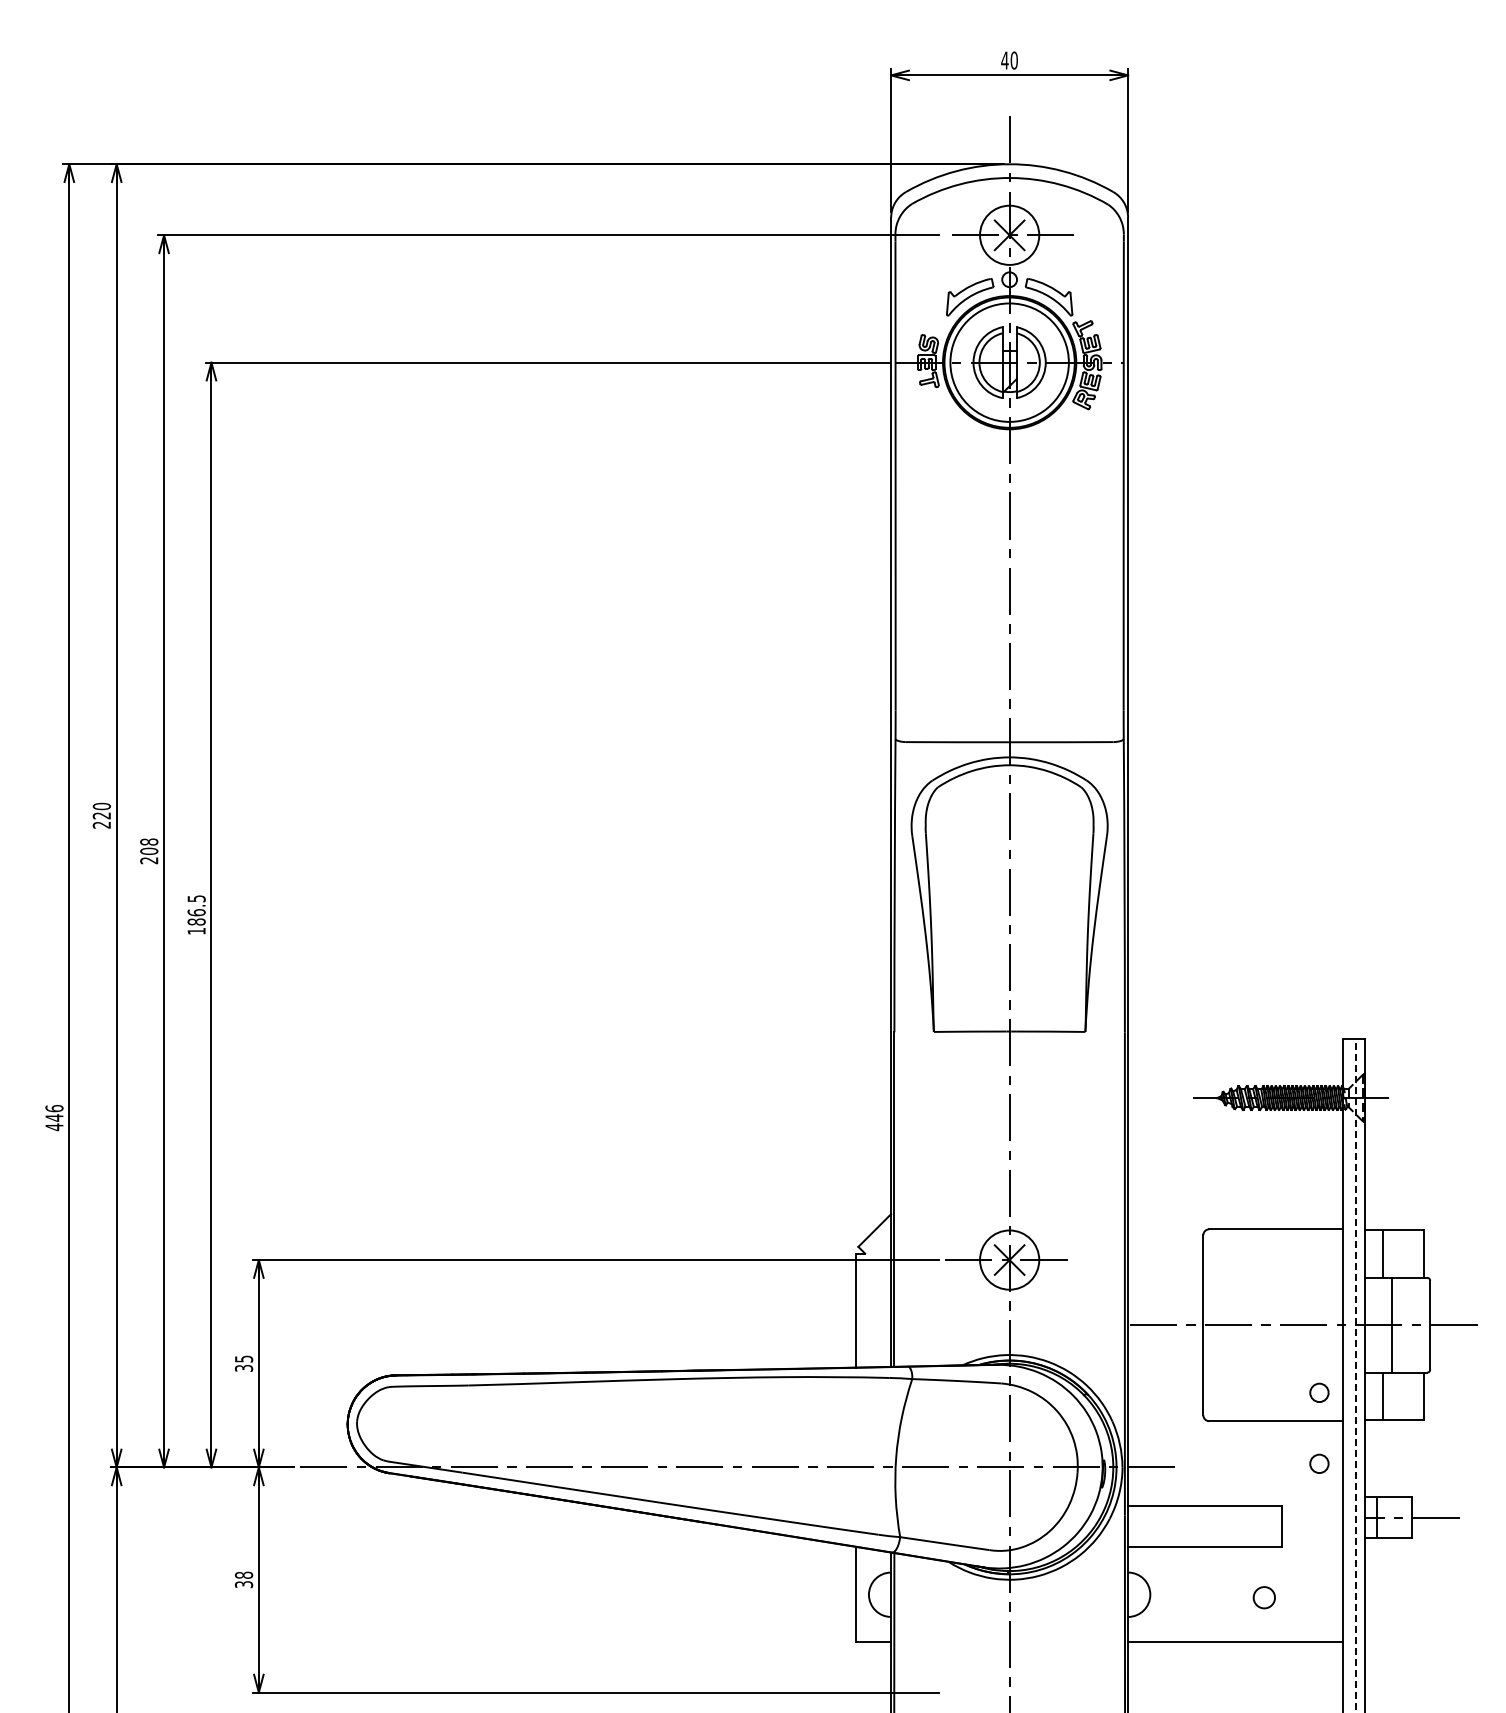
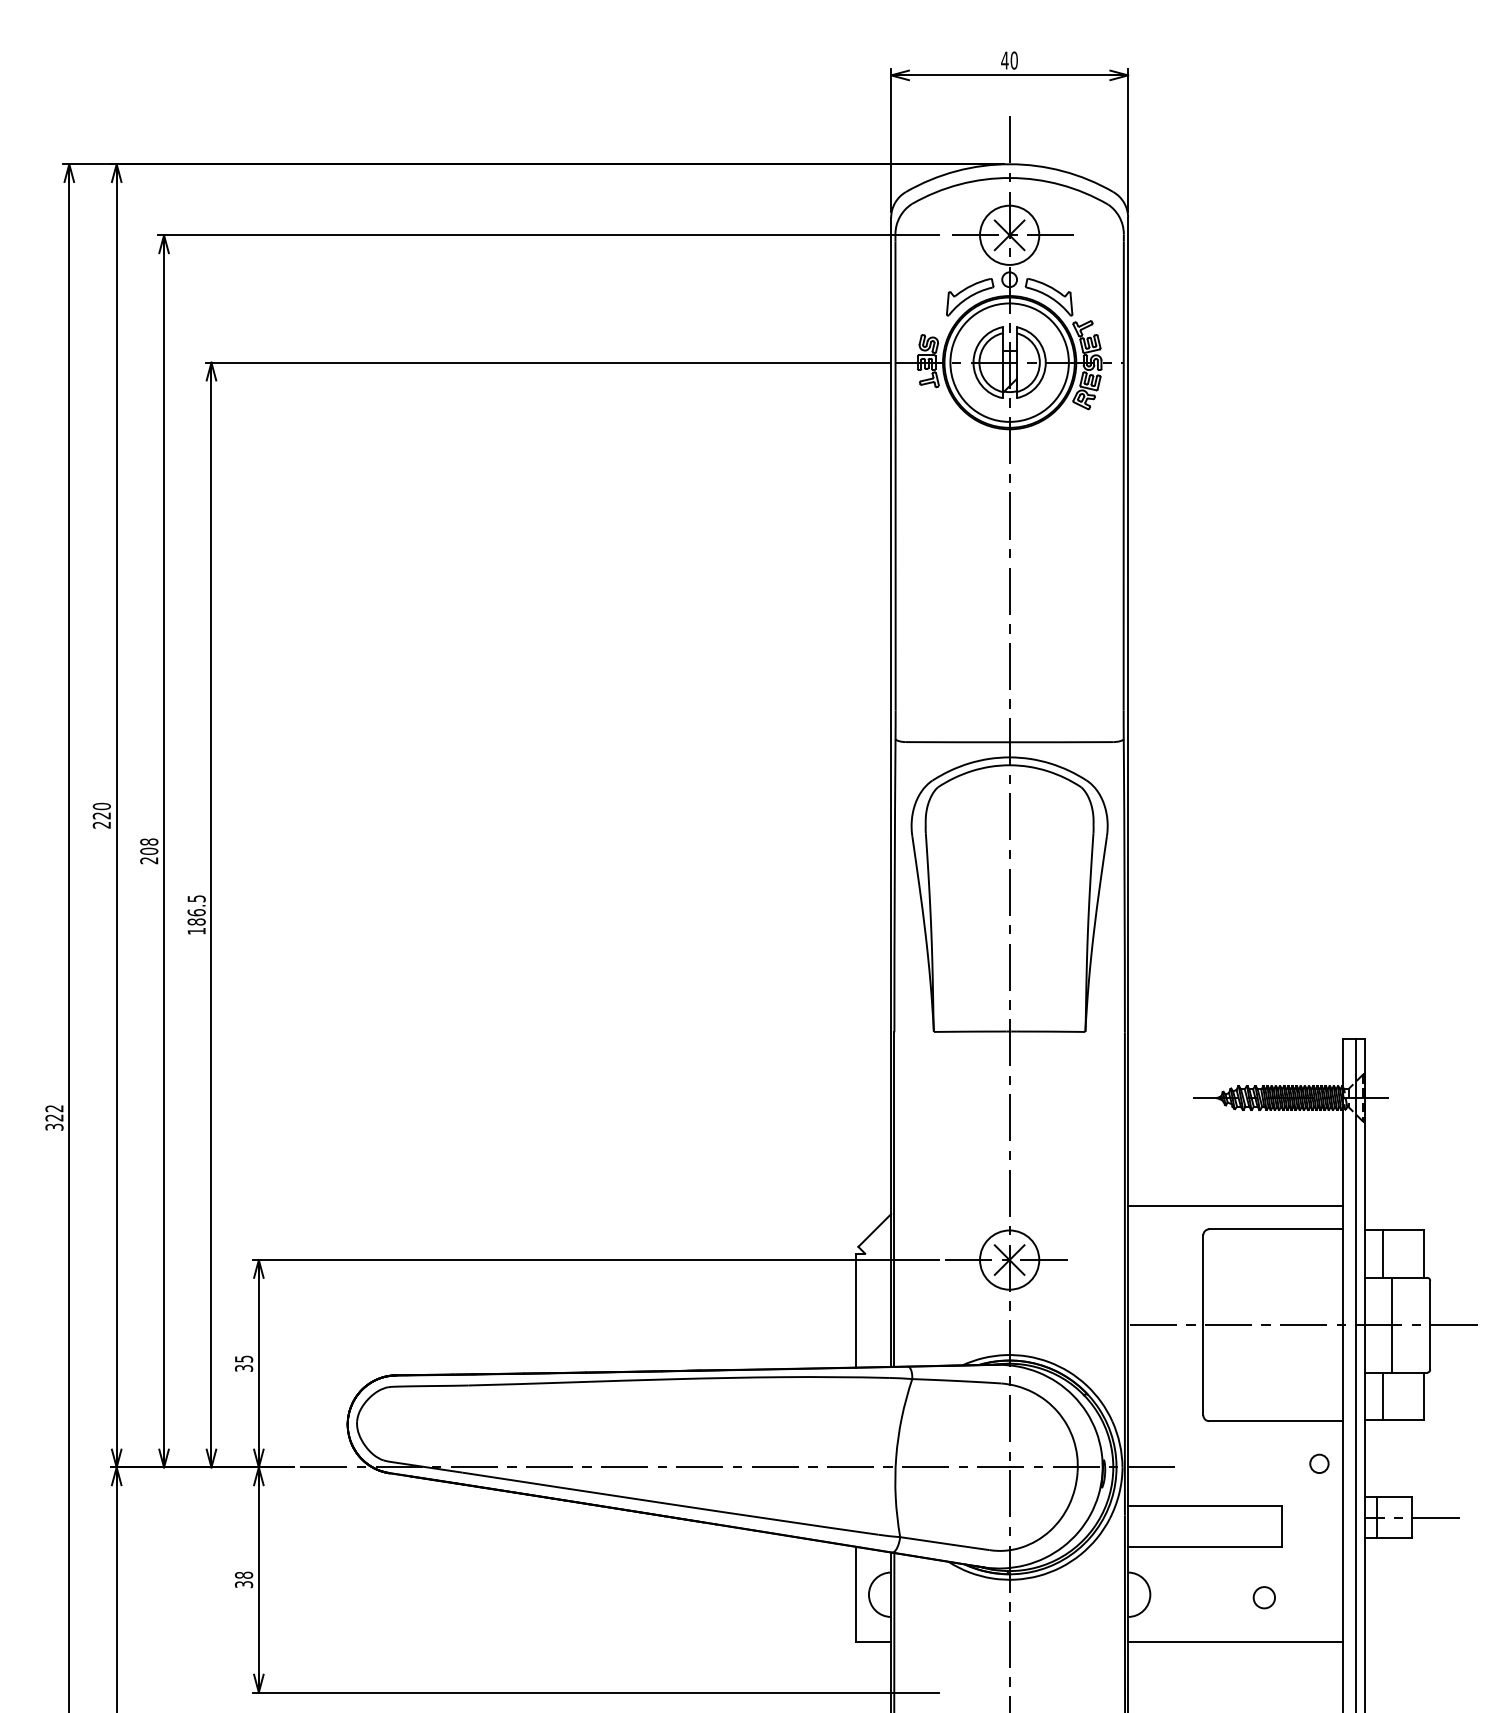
text at (54, 1118): 446 -> 322
line at (1235, 1206): none -> present
line at (1356, 1375): dashed -> solid
circle at (1319, 1392): present -> none
